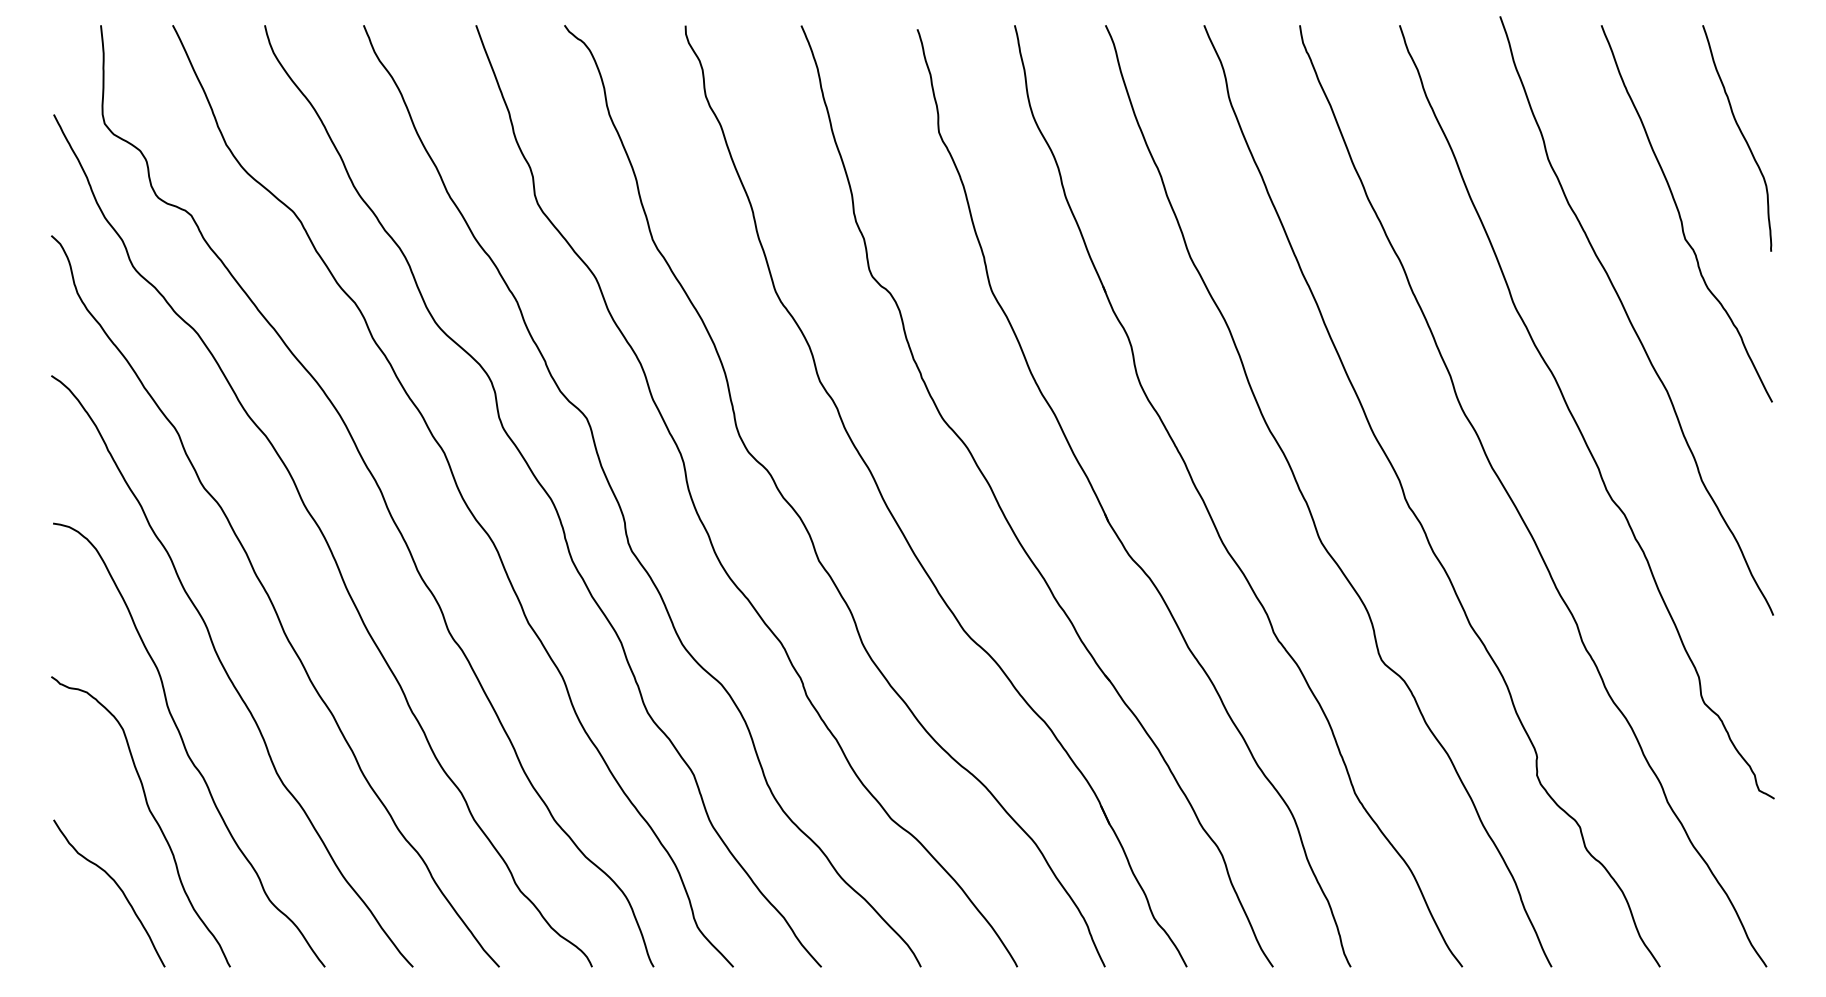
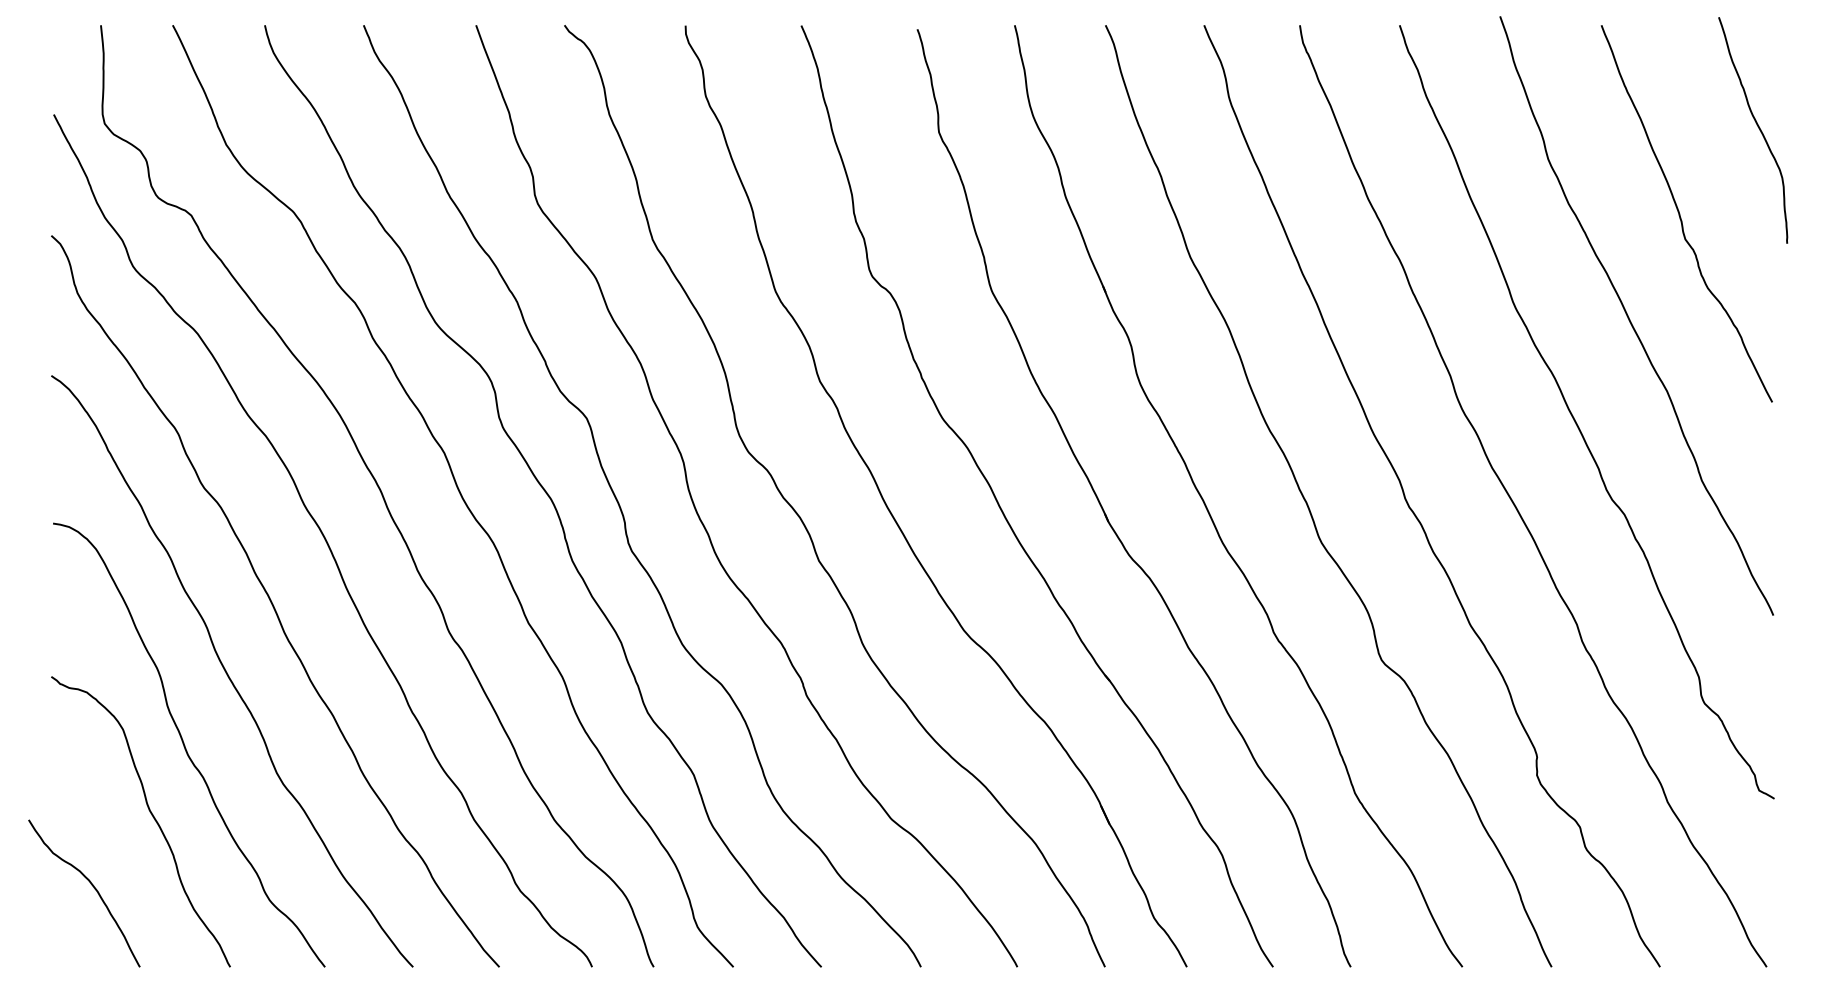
curve at (1742, 136) position: (1742, 136) -> (1758, 128)
curve at (116, 885) position: (116, 885) -> (91, 885)
